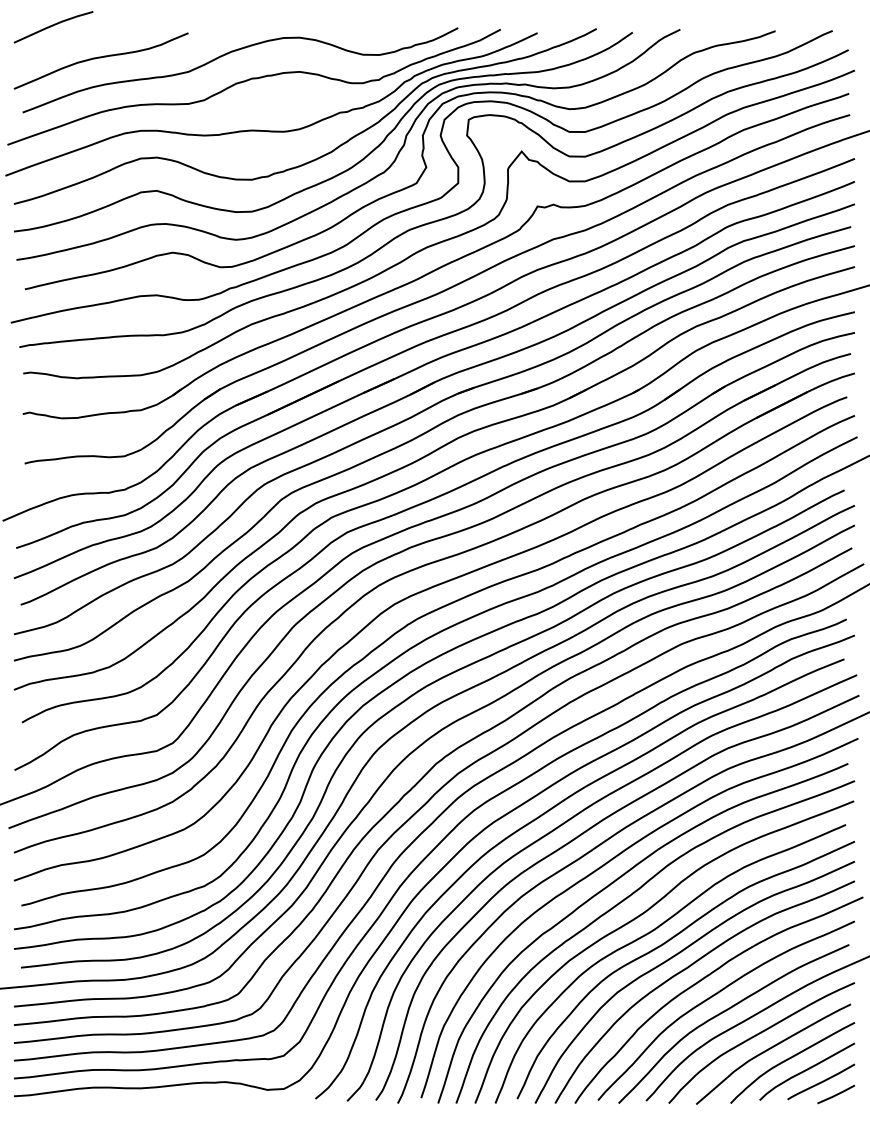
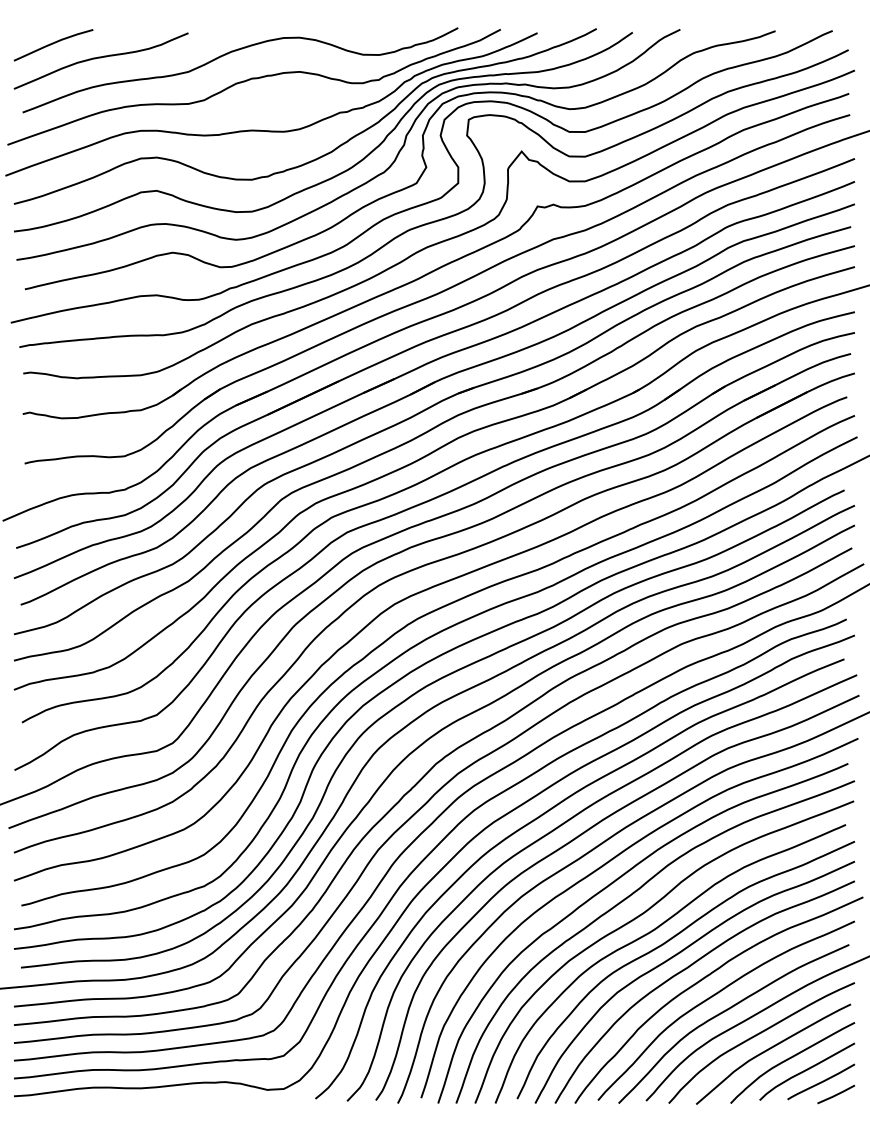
line at (53, 26) position: (53, 26) -> (53, 44)
